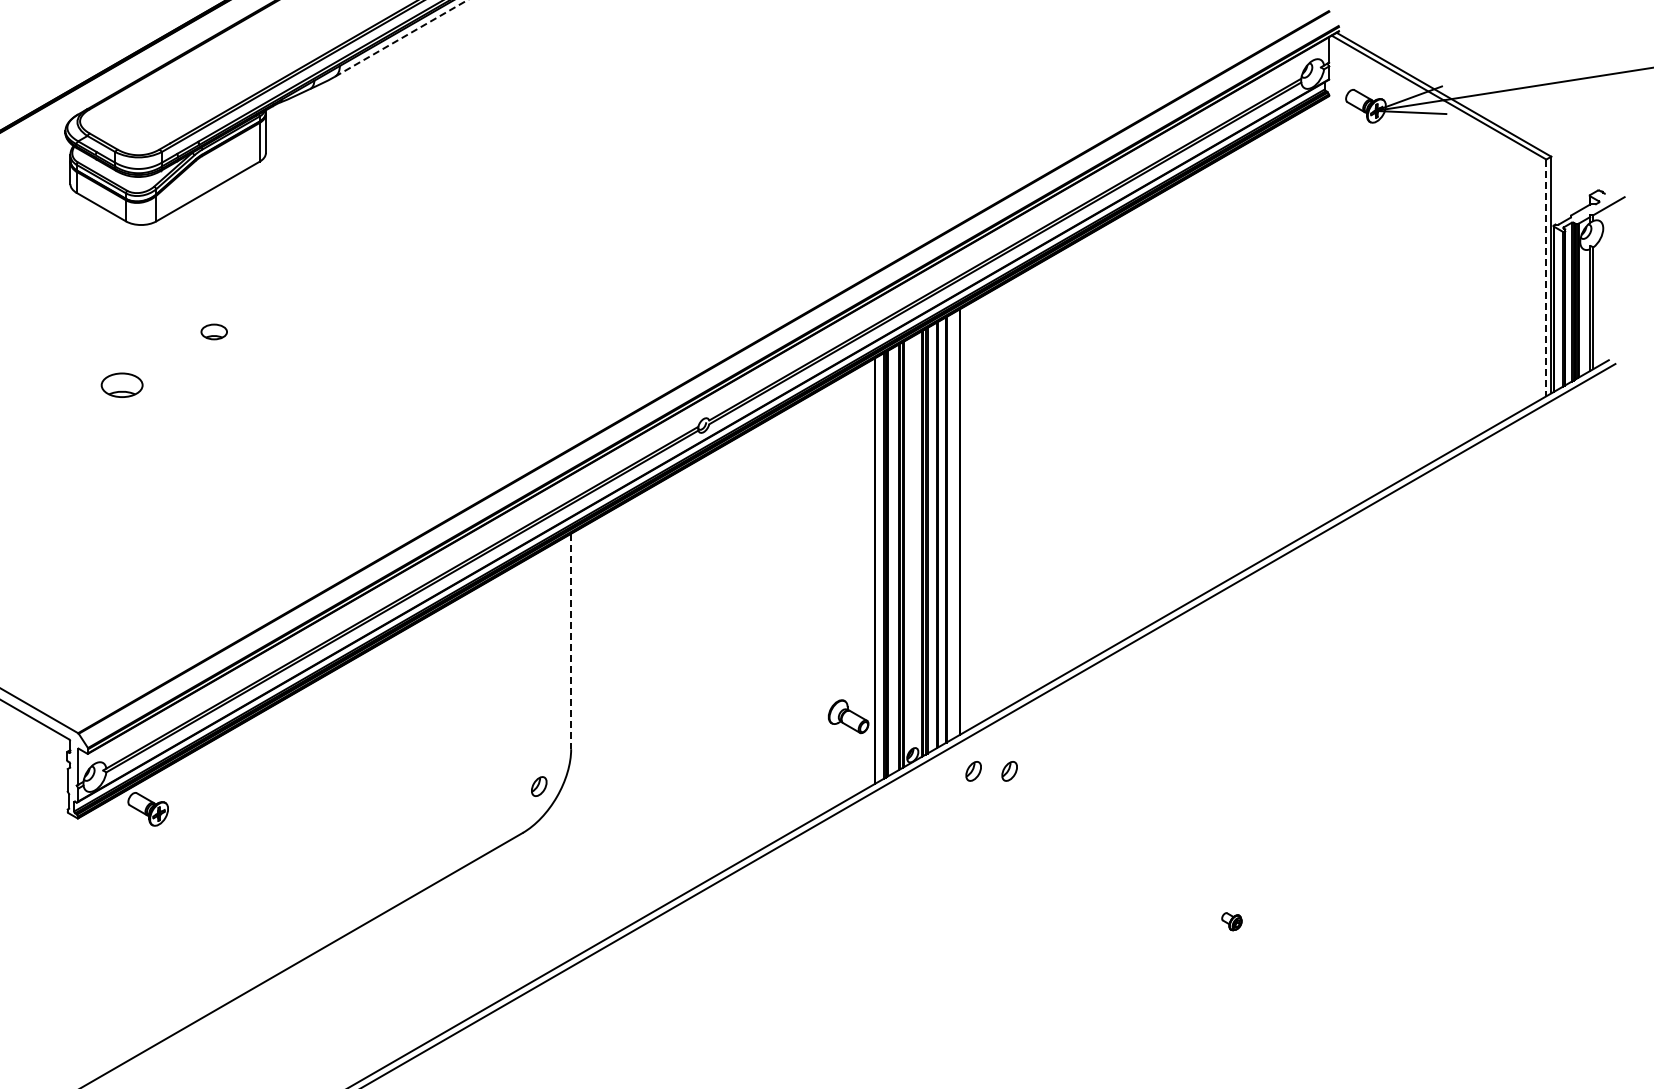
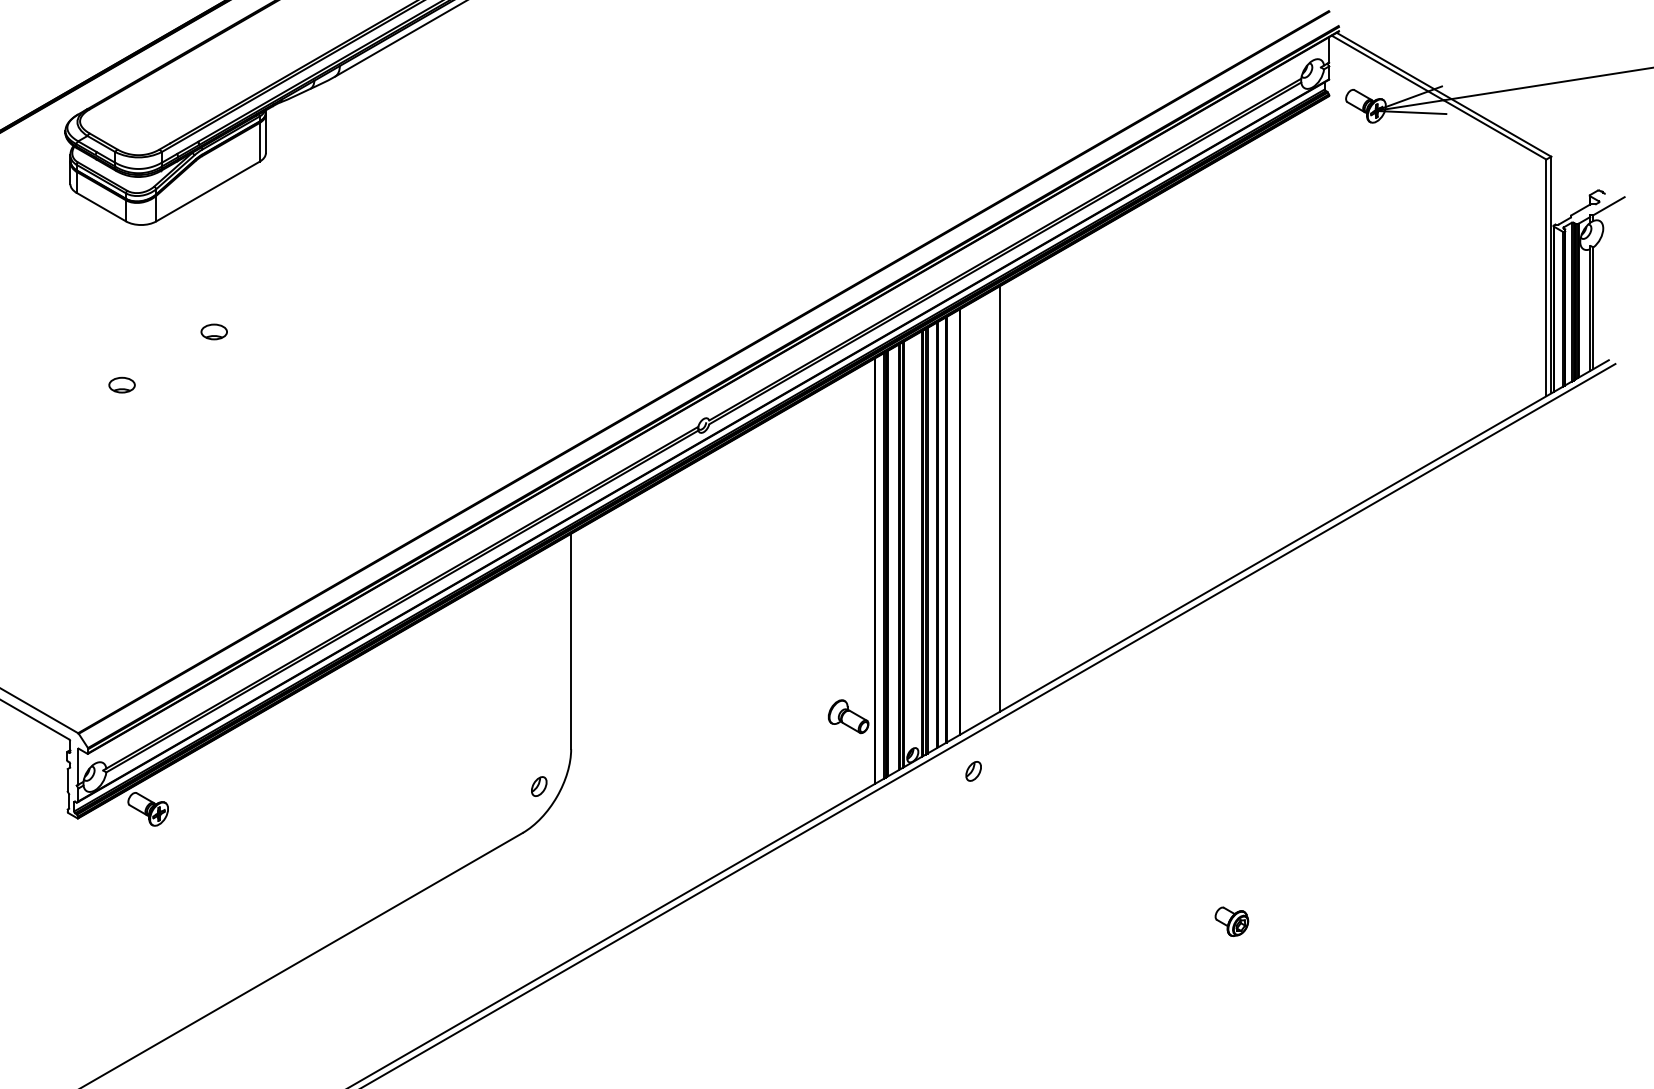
line at (401, 38): dashed -> solid
line at (1546, 278): dashed -> solid
part at (121, 384) size: 44x26 px -> 28x18 px
line at (1000, 498): none -> present
line at (571, 641): dashed -> solid
part at (1009, 771): present -> none
part at (1231, 921) size: 22x20 px -> 36x31 px
